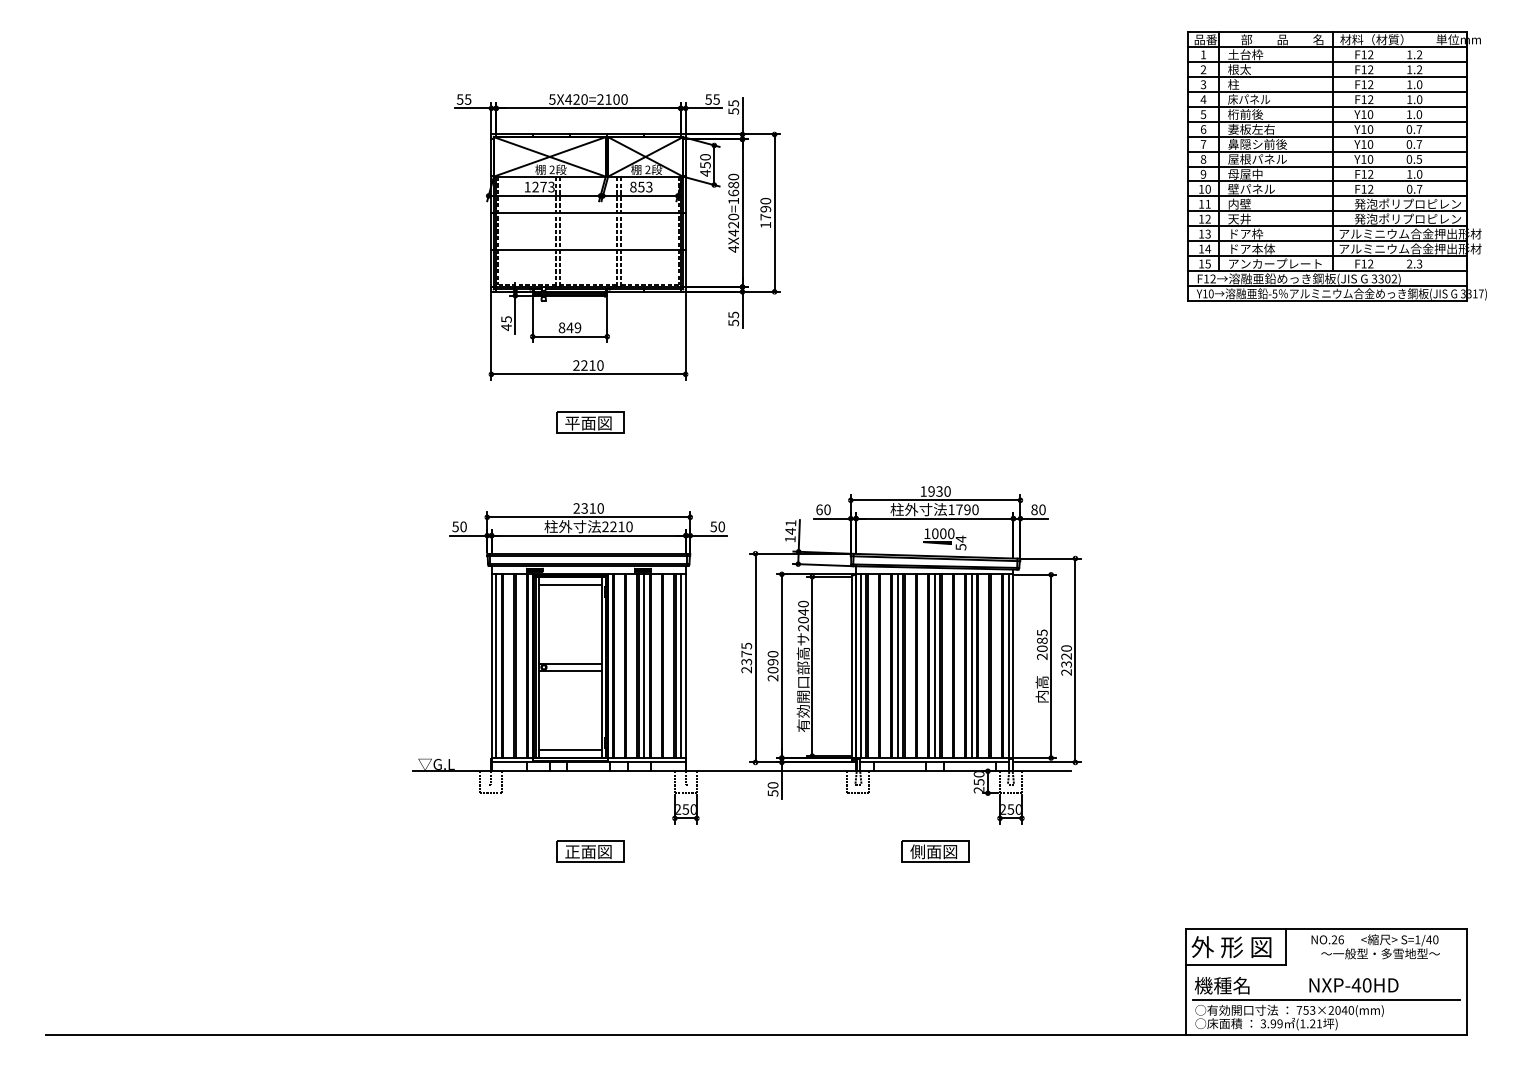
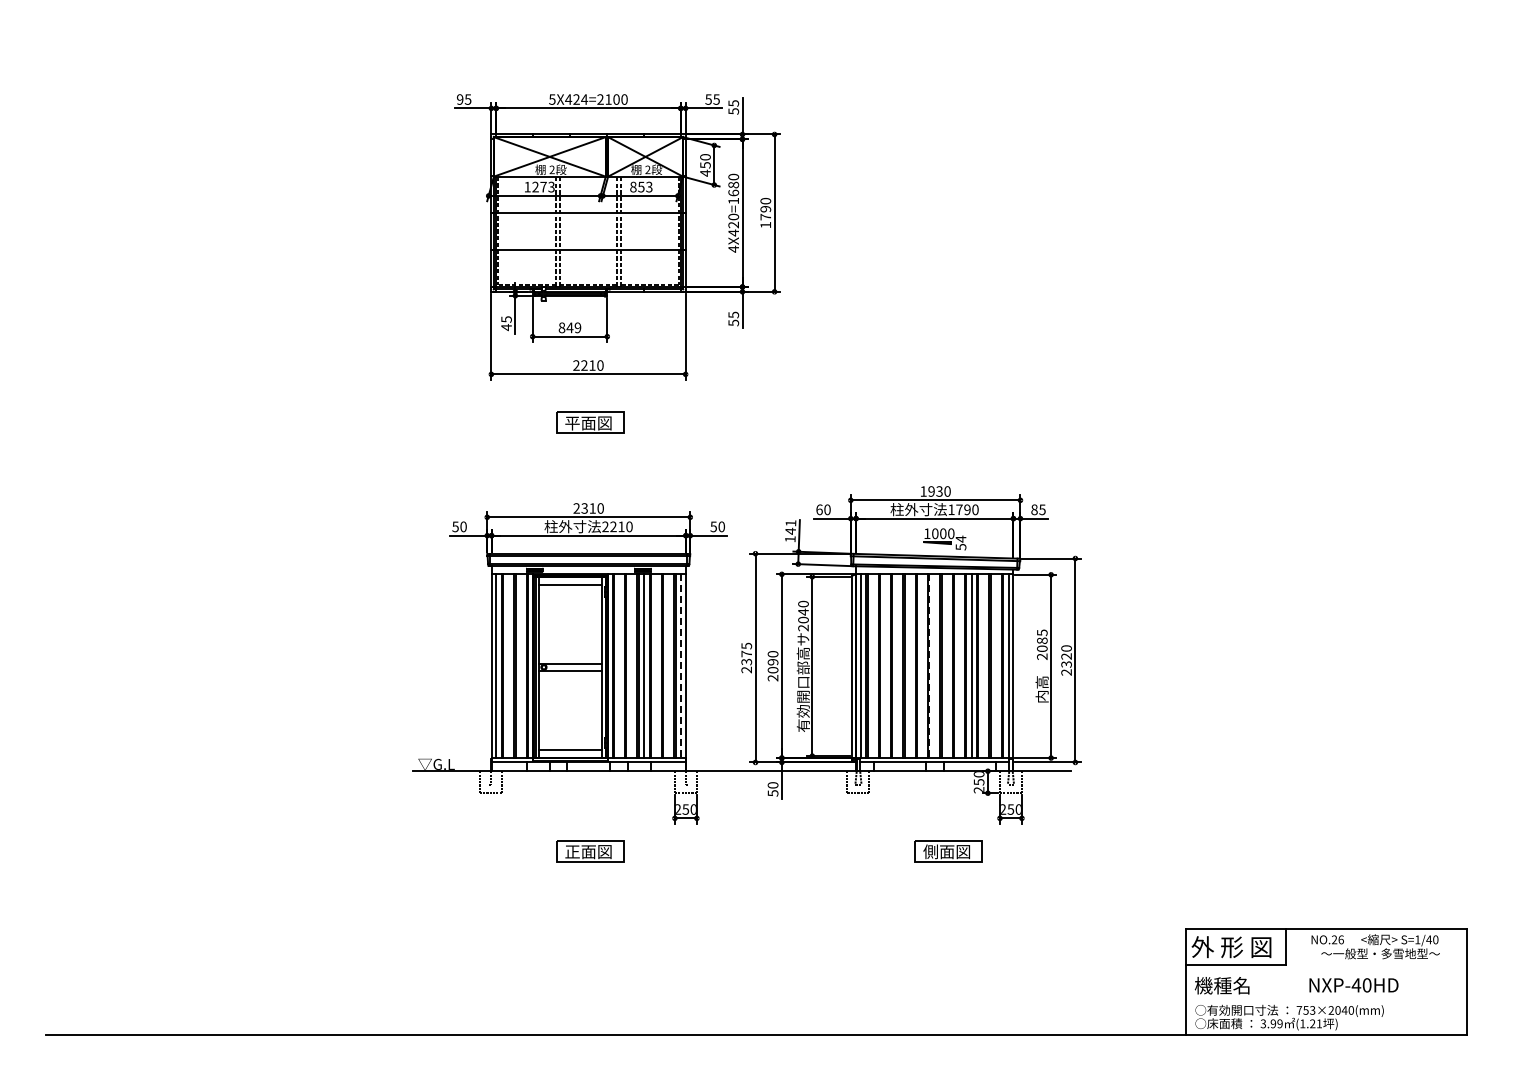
text at (459, 99): 55 -> 95
text at (584, 99): 5X420=2100 -> 5X424=2100
part at (1336, 166): present -> none
text at (1042, 509): 80 -> 85
line at (681, 666): solid -> dashed
line at (897, 666): present -> none
line at (929, 666): solid -> dashed
line at (934, 666): present -> none
part at (935, 851) position: (935, 851) -> (948, 851)
line at (1326, 999): present -> none
